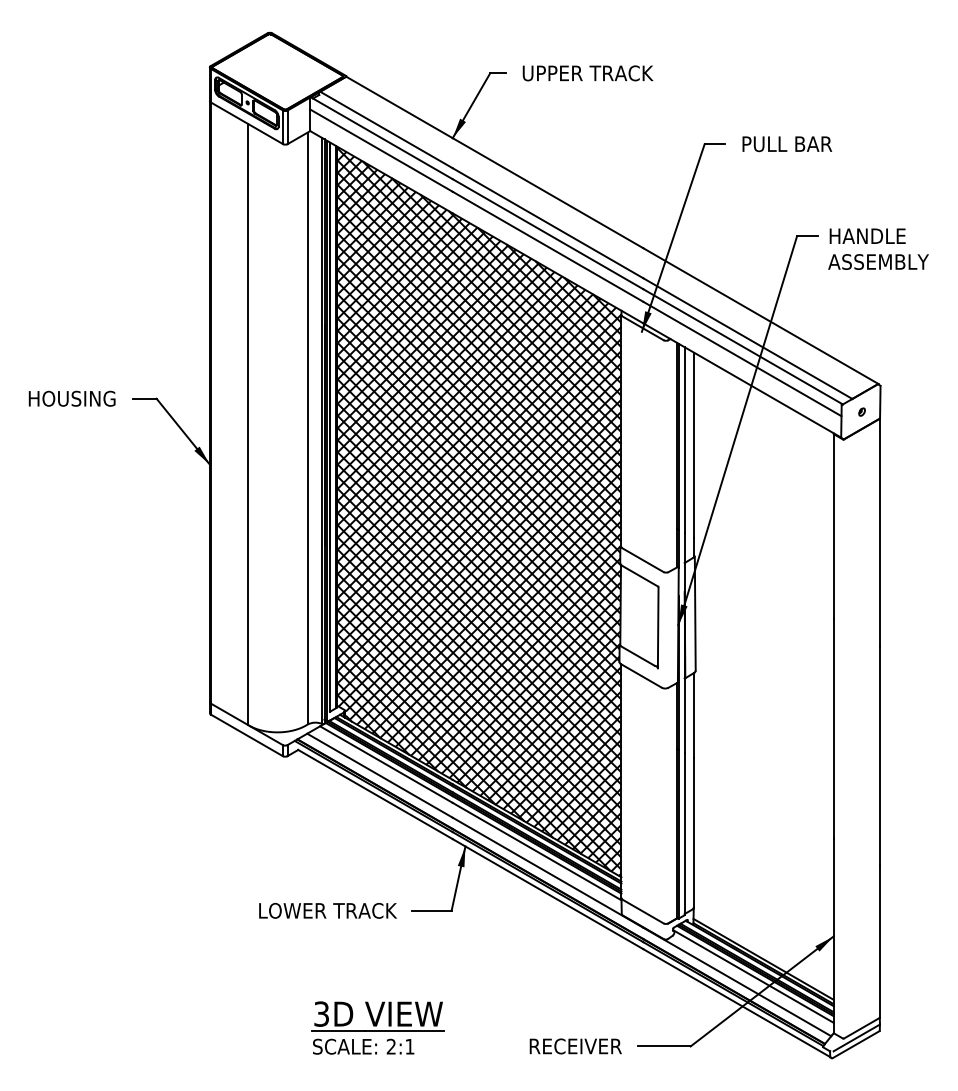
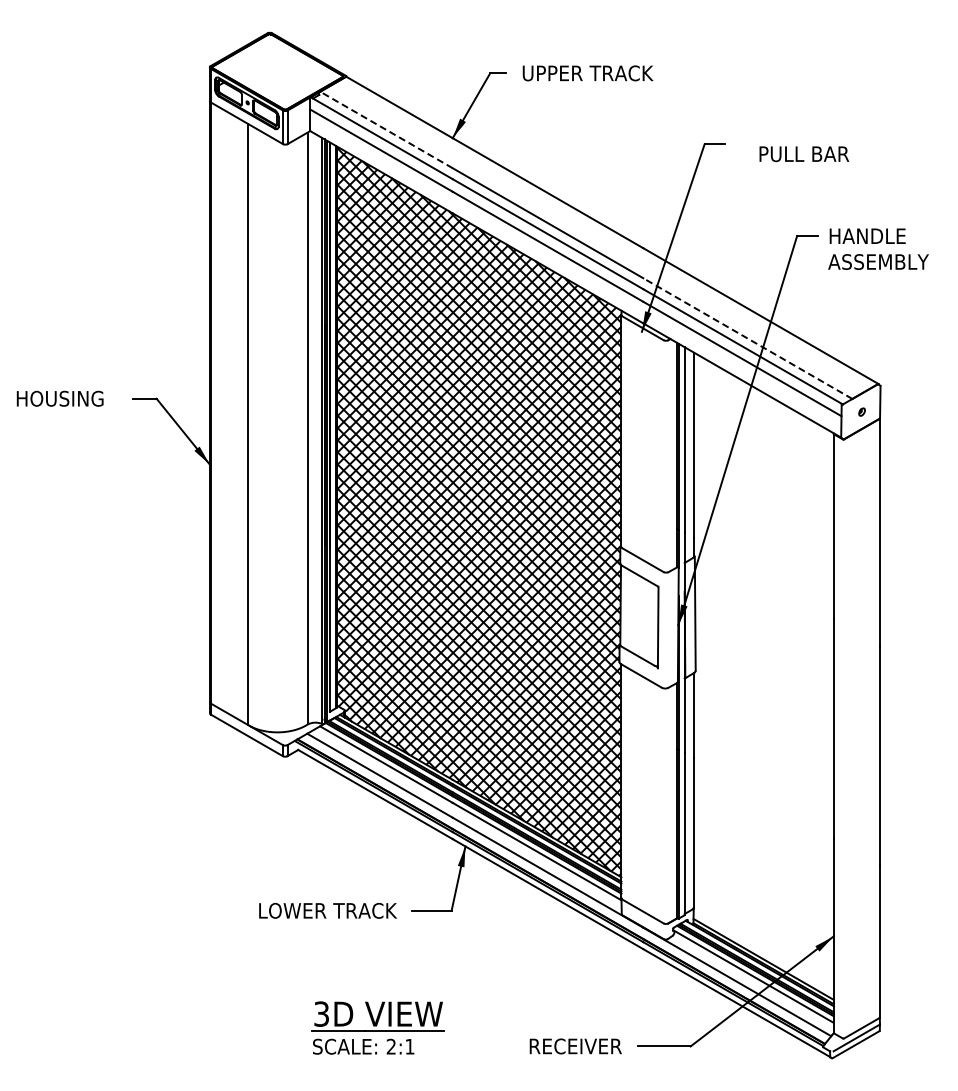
line at (386, 129): solid -> dashed
text at (787, 144) position: (787, 144) -> (804, 154)
line at (747, 338): solid -> dashed
text at (71, 398) position: (71, 398) -> (59, 398)
